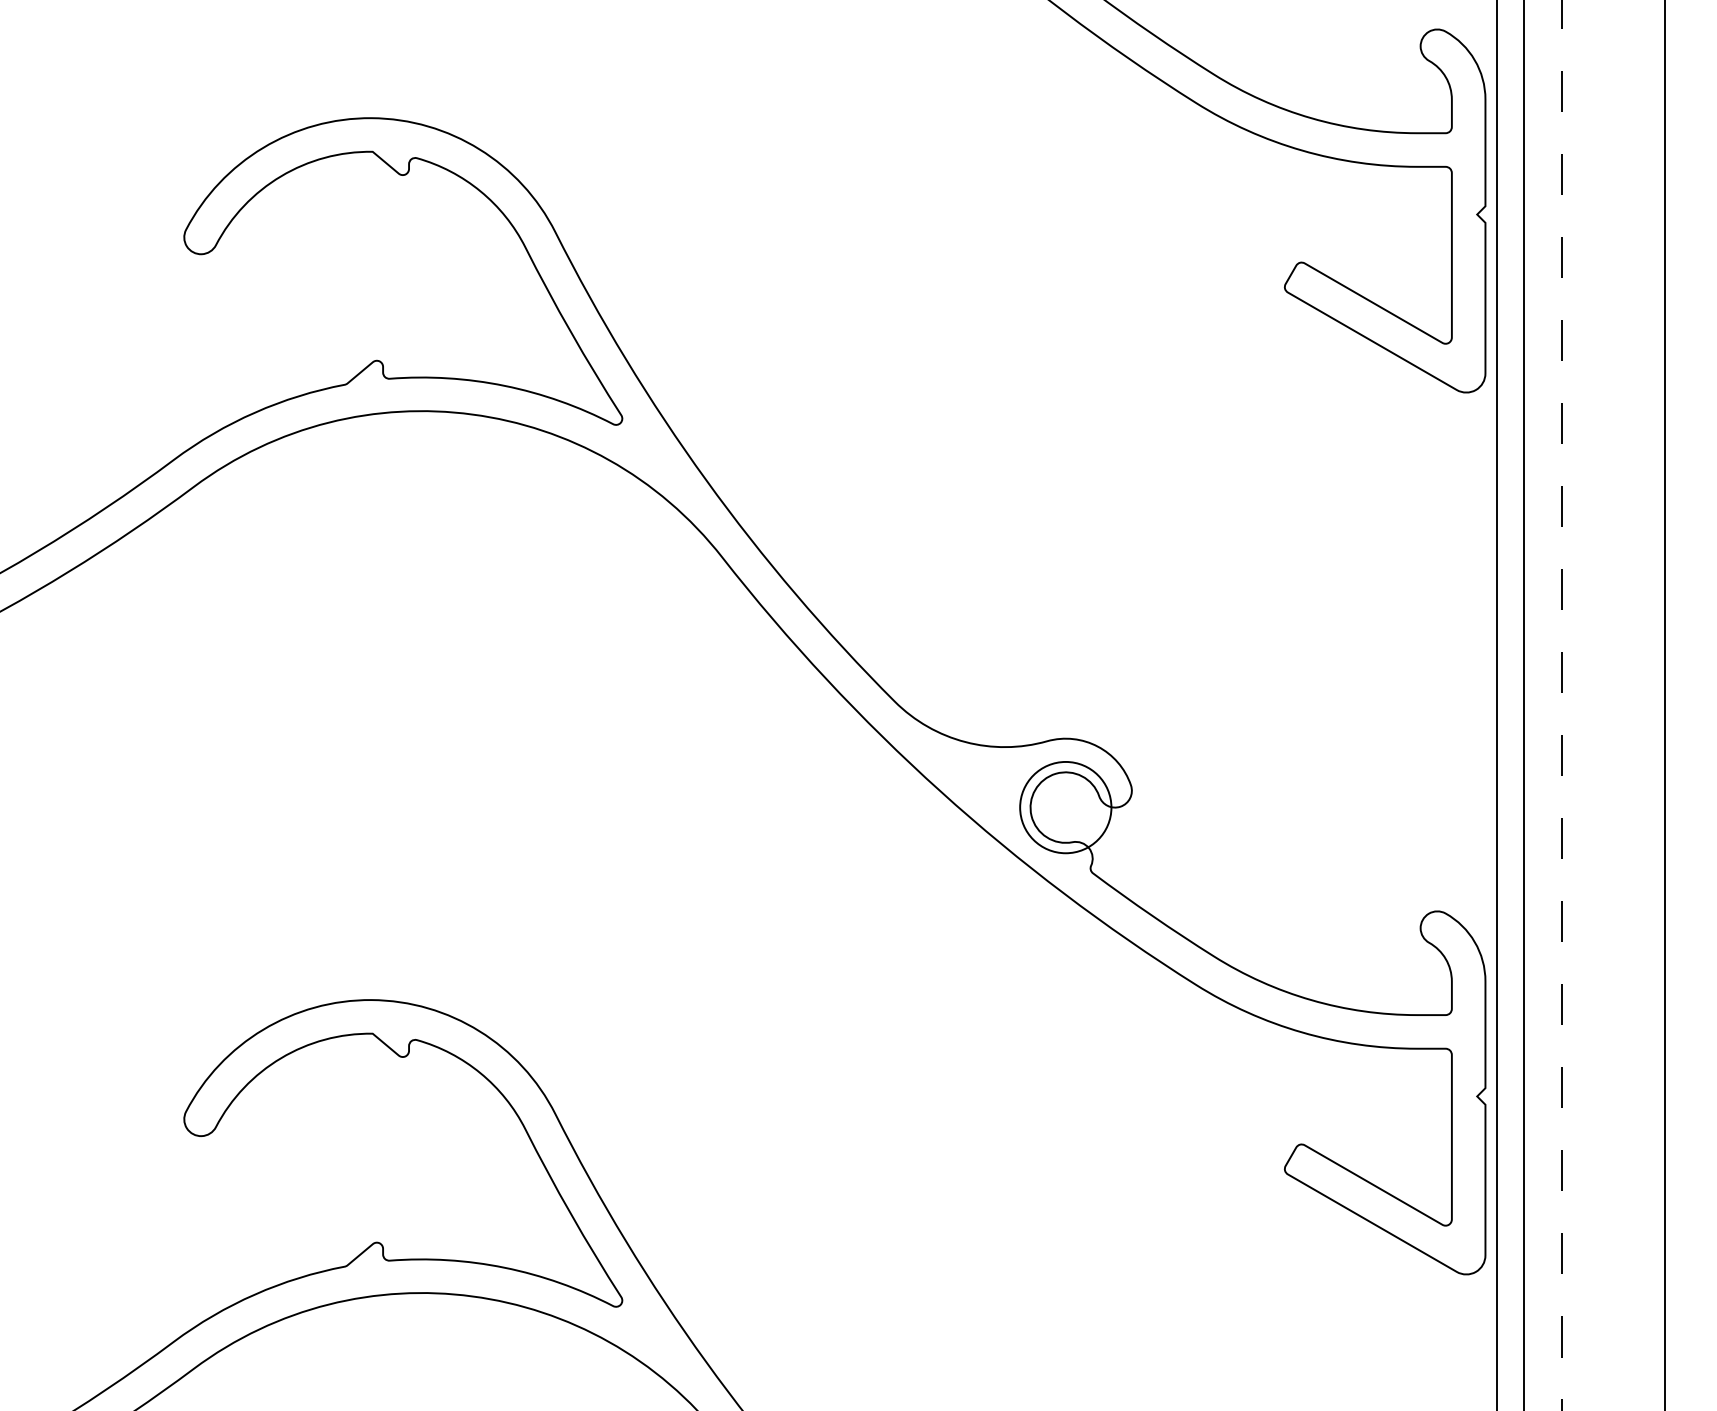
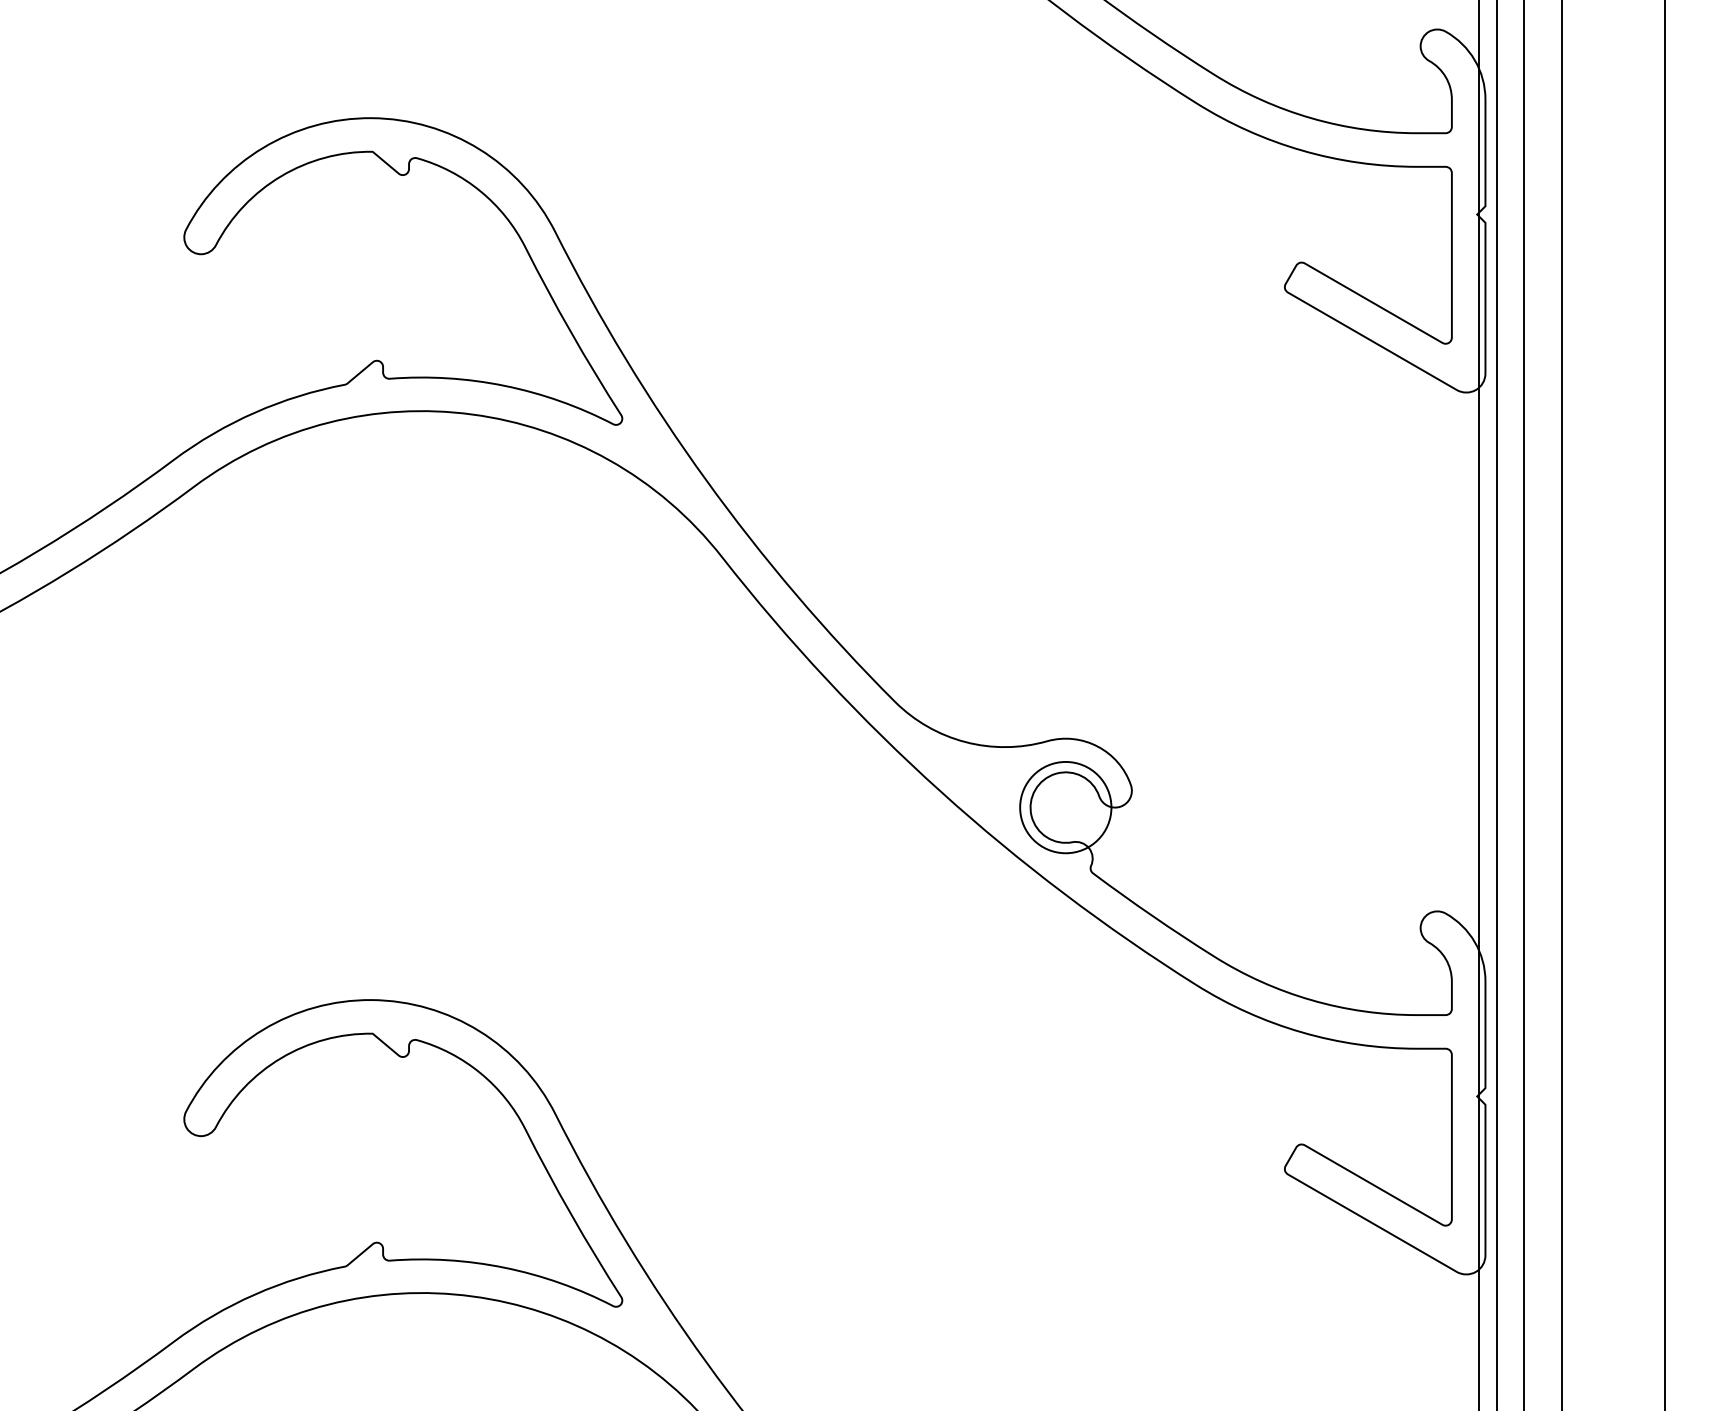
line at (1478, 704): none -> present
line at (1561, 705): dashed -> solid
